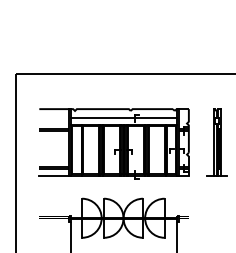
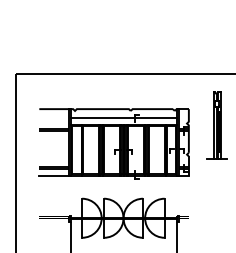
part at (216, 142) position: (216, 142) -> (216, 125)
